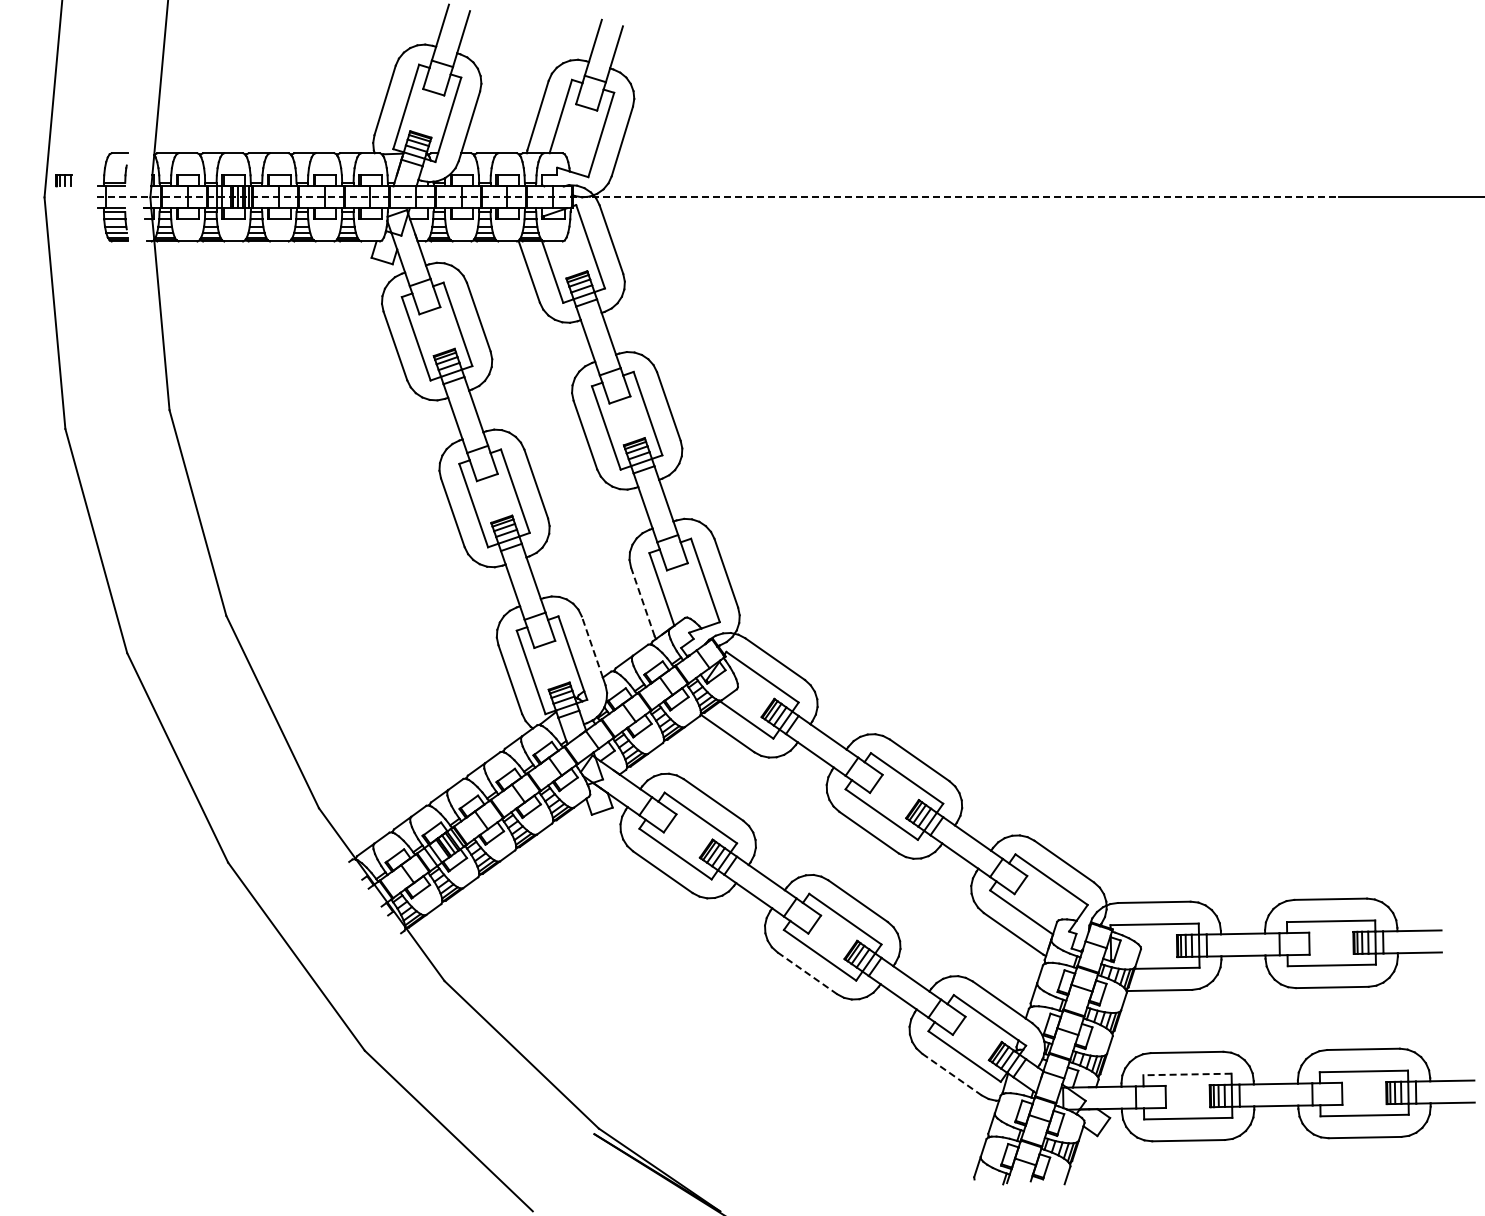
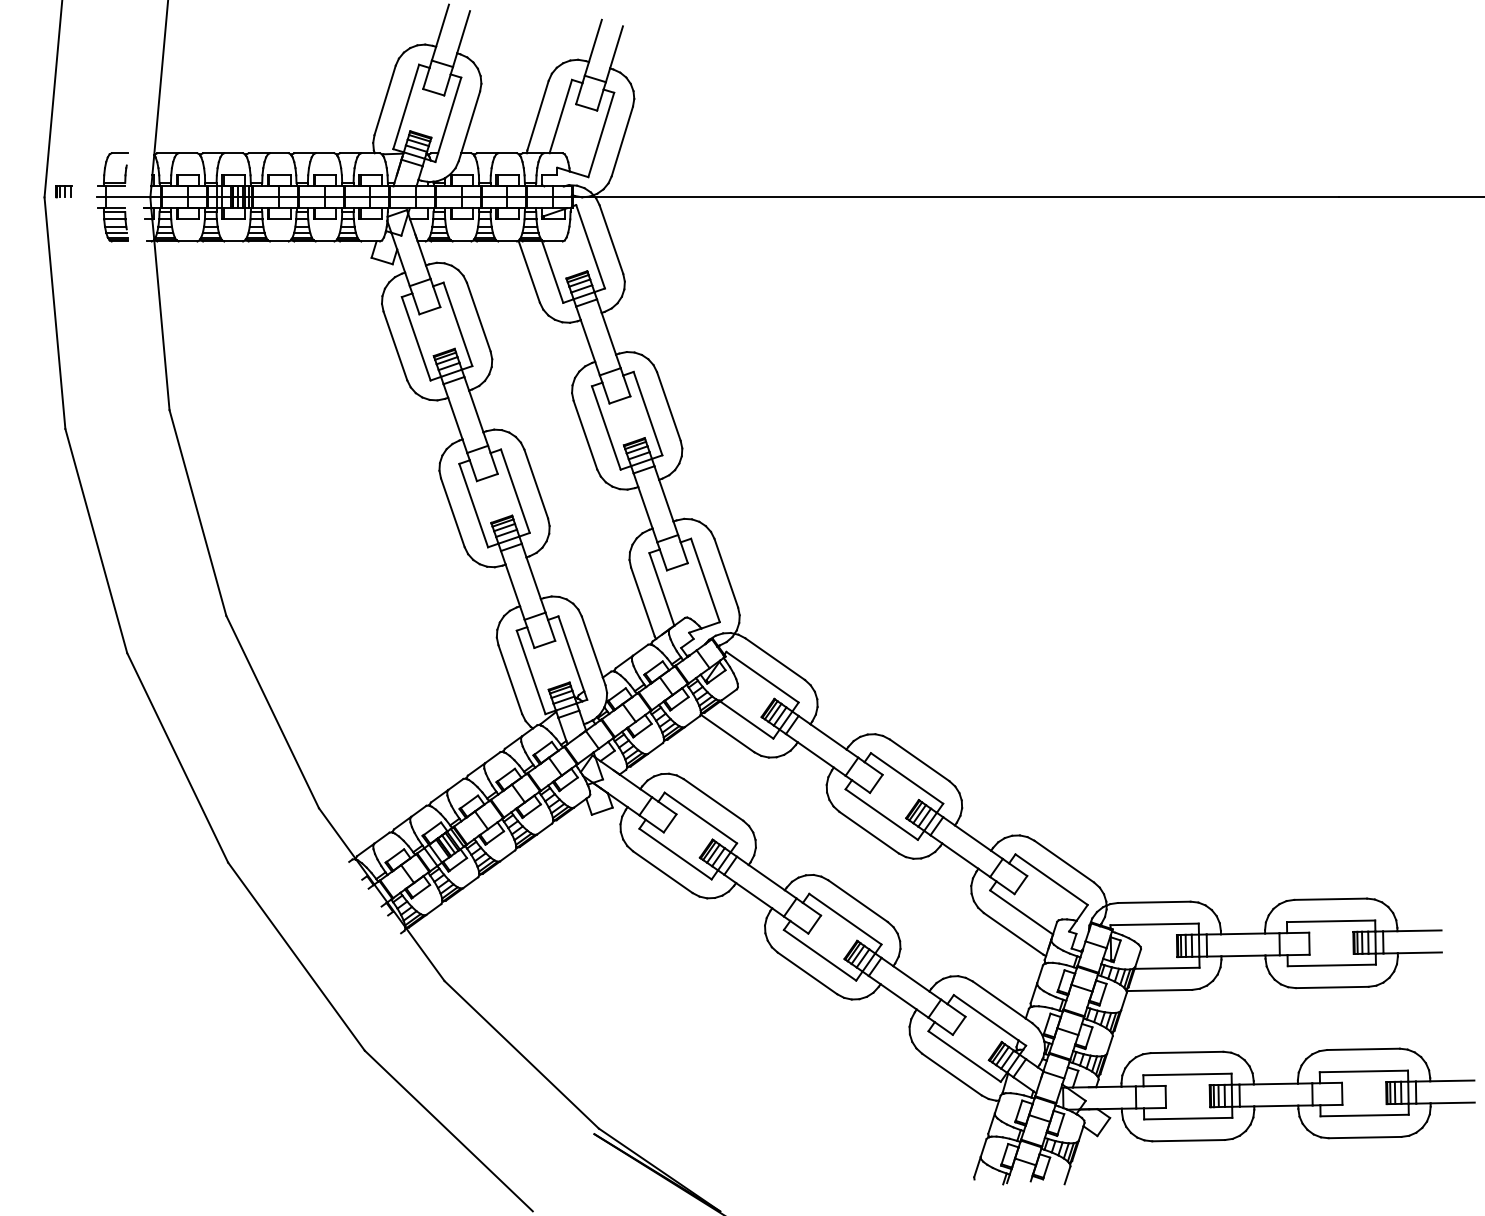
part at (63, 180) position: (63, 180) -> (63, 191)
line at (718, 197): dashed -> solid
line at (642, 601): dashed -> solid
line at (592, 646): dashed -> solid
line at (807, 973): dashed -> solid
line at (952, 1074): dashed -> solid
line at (1186, 1074): dashed -> solid
